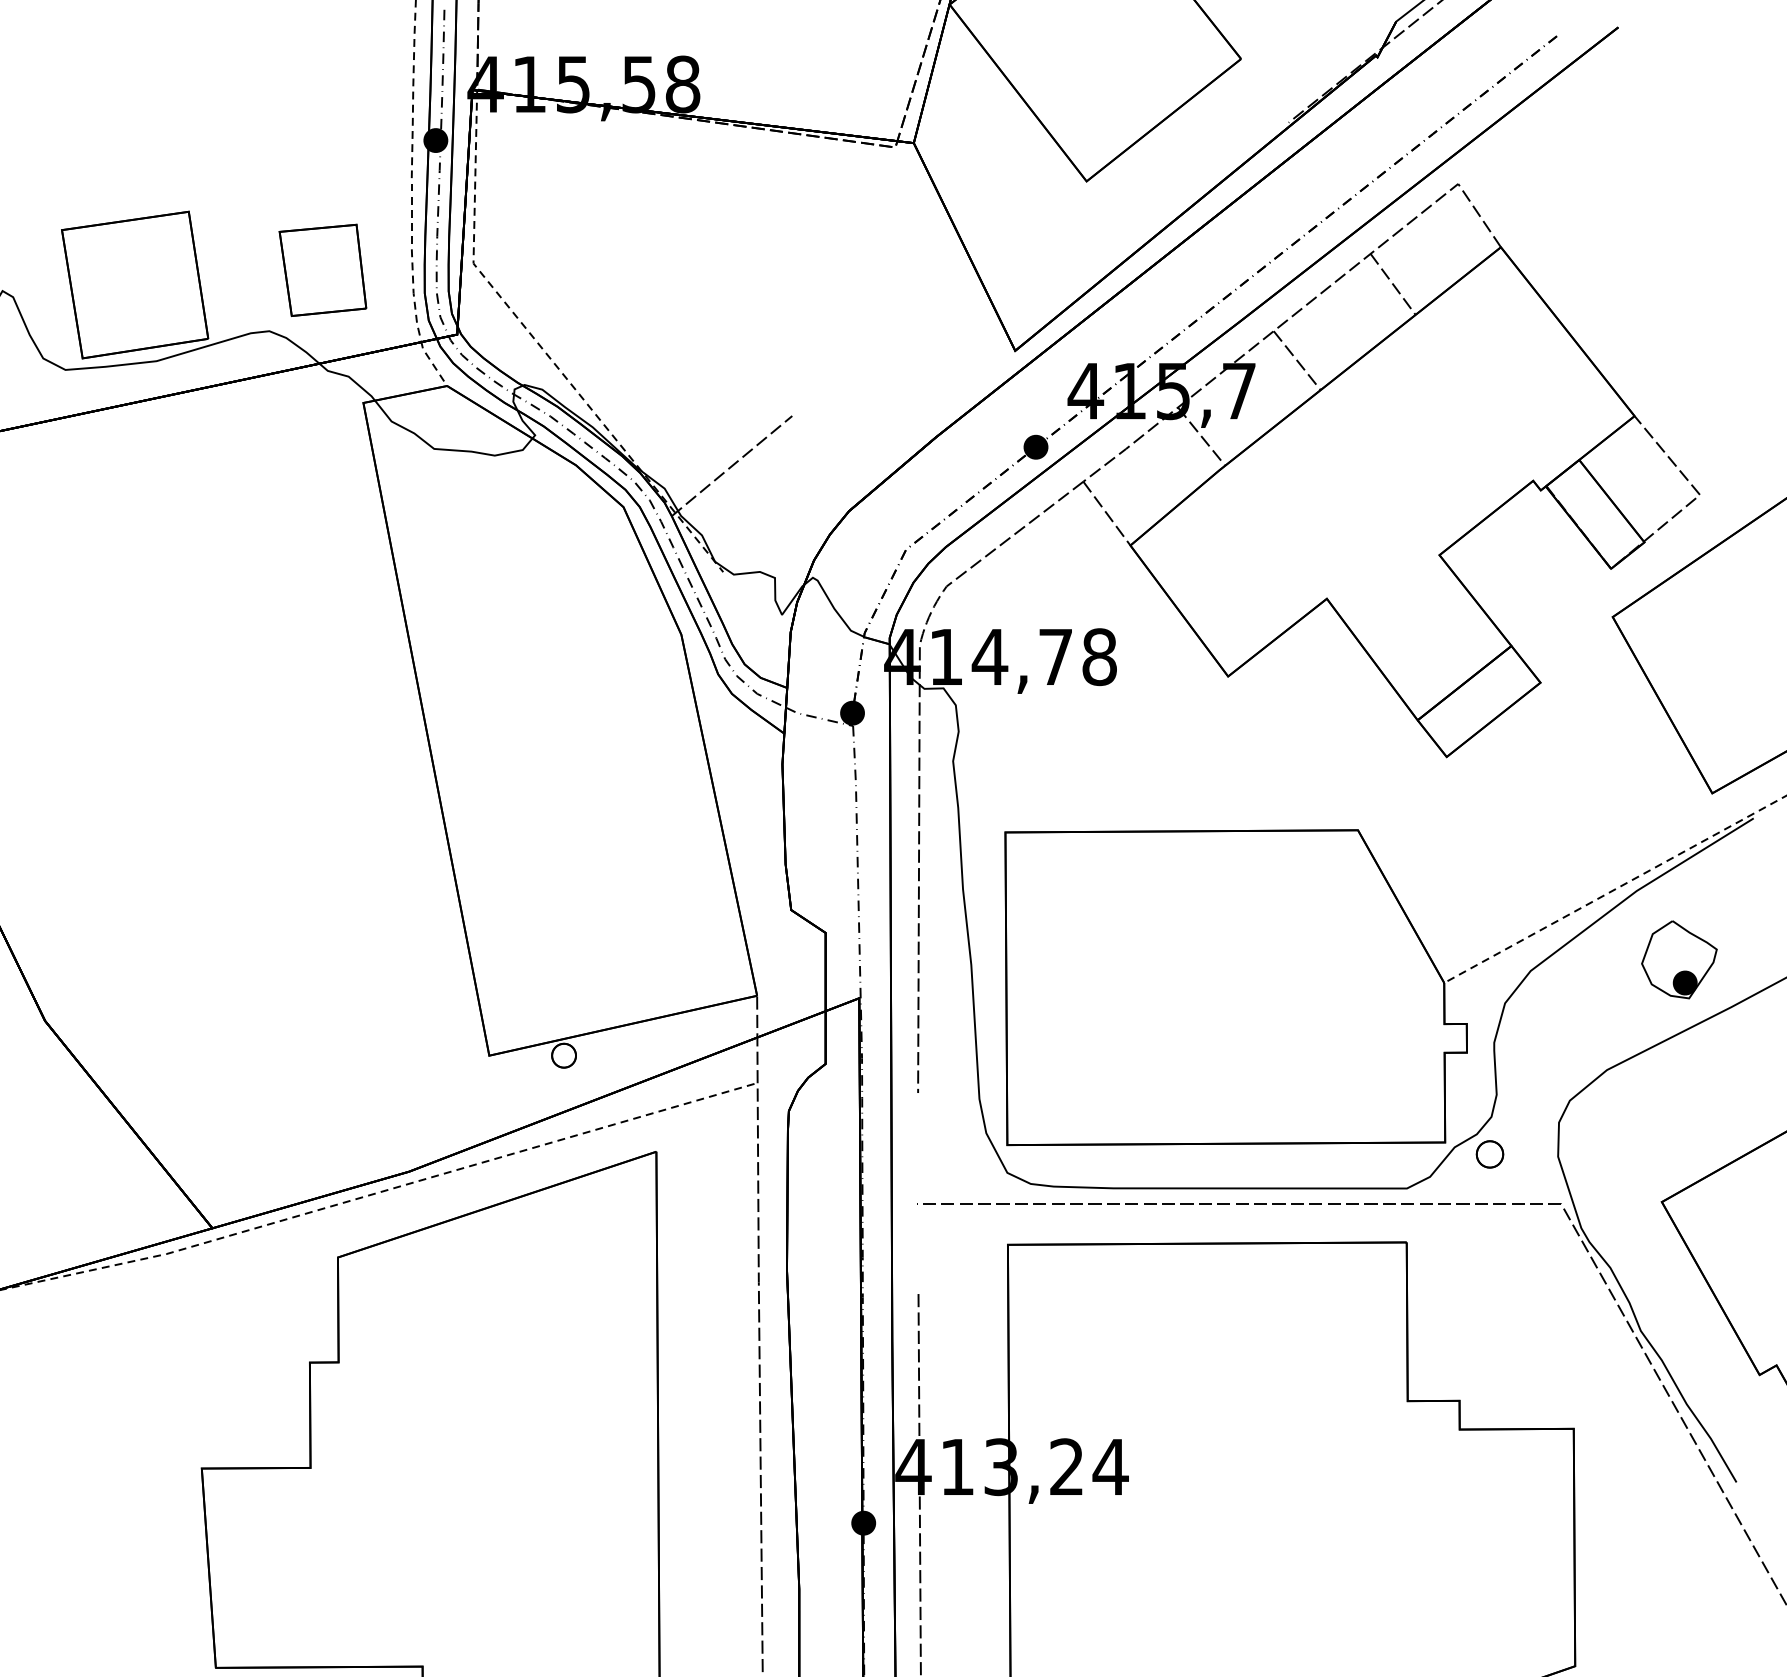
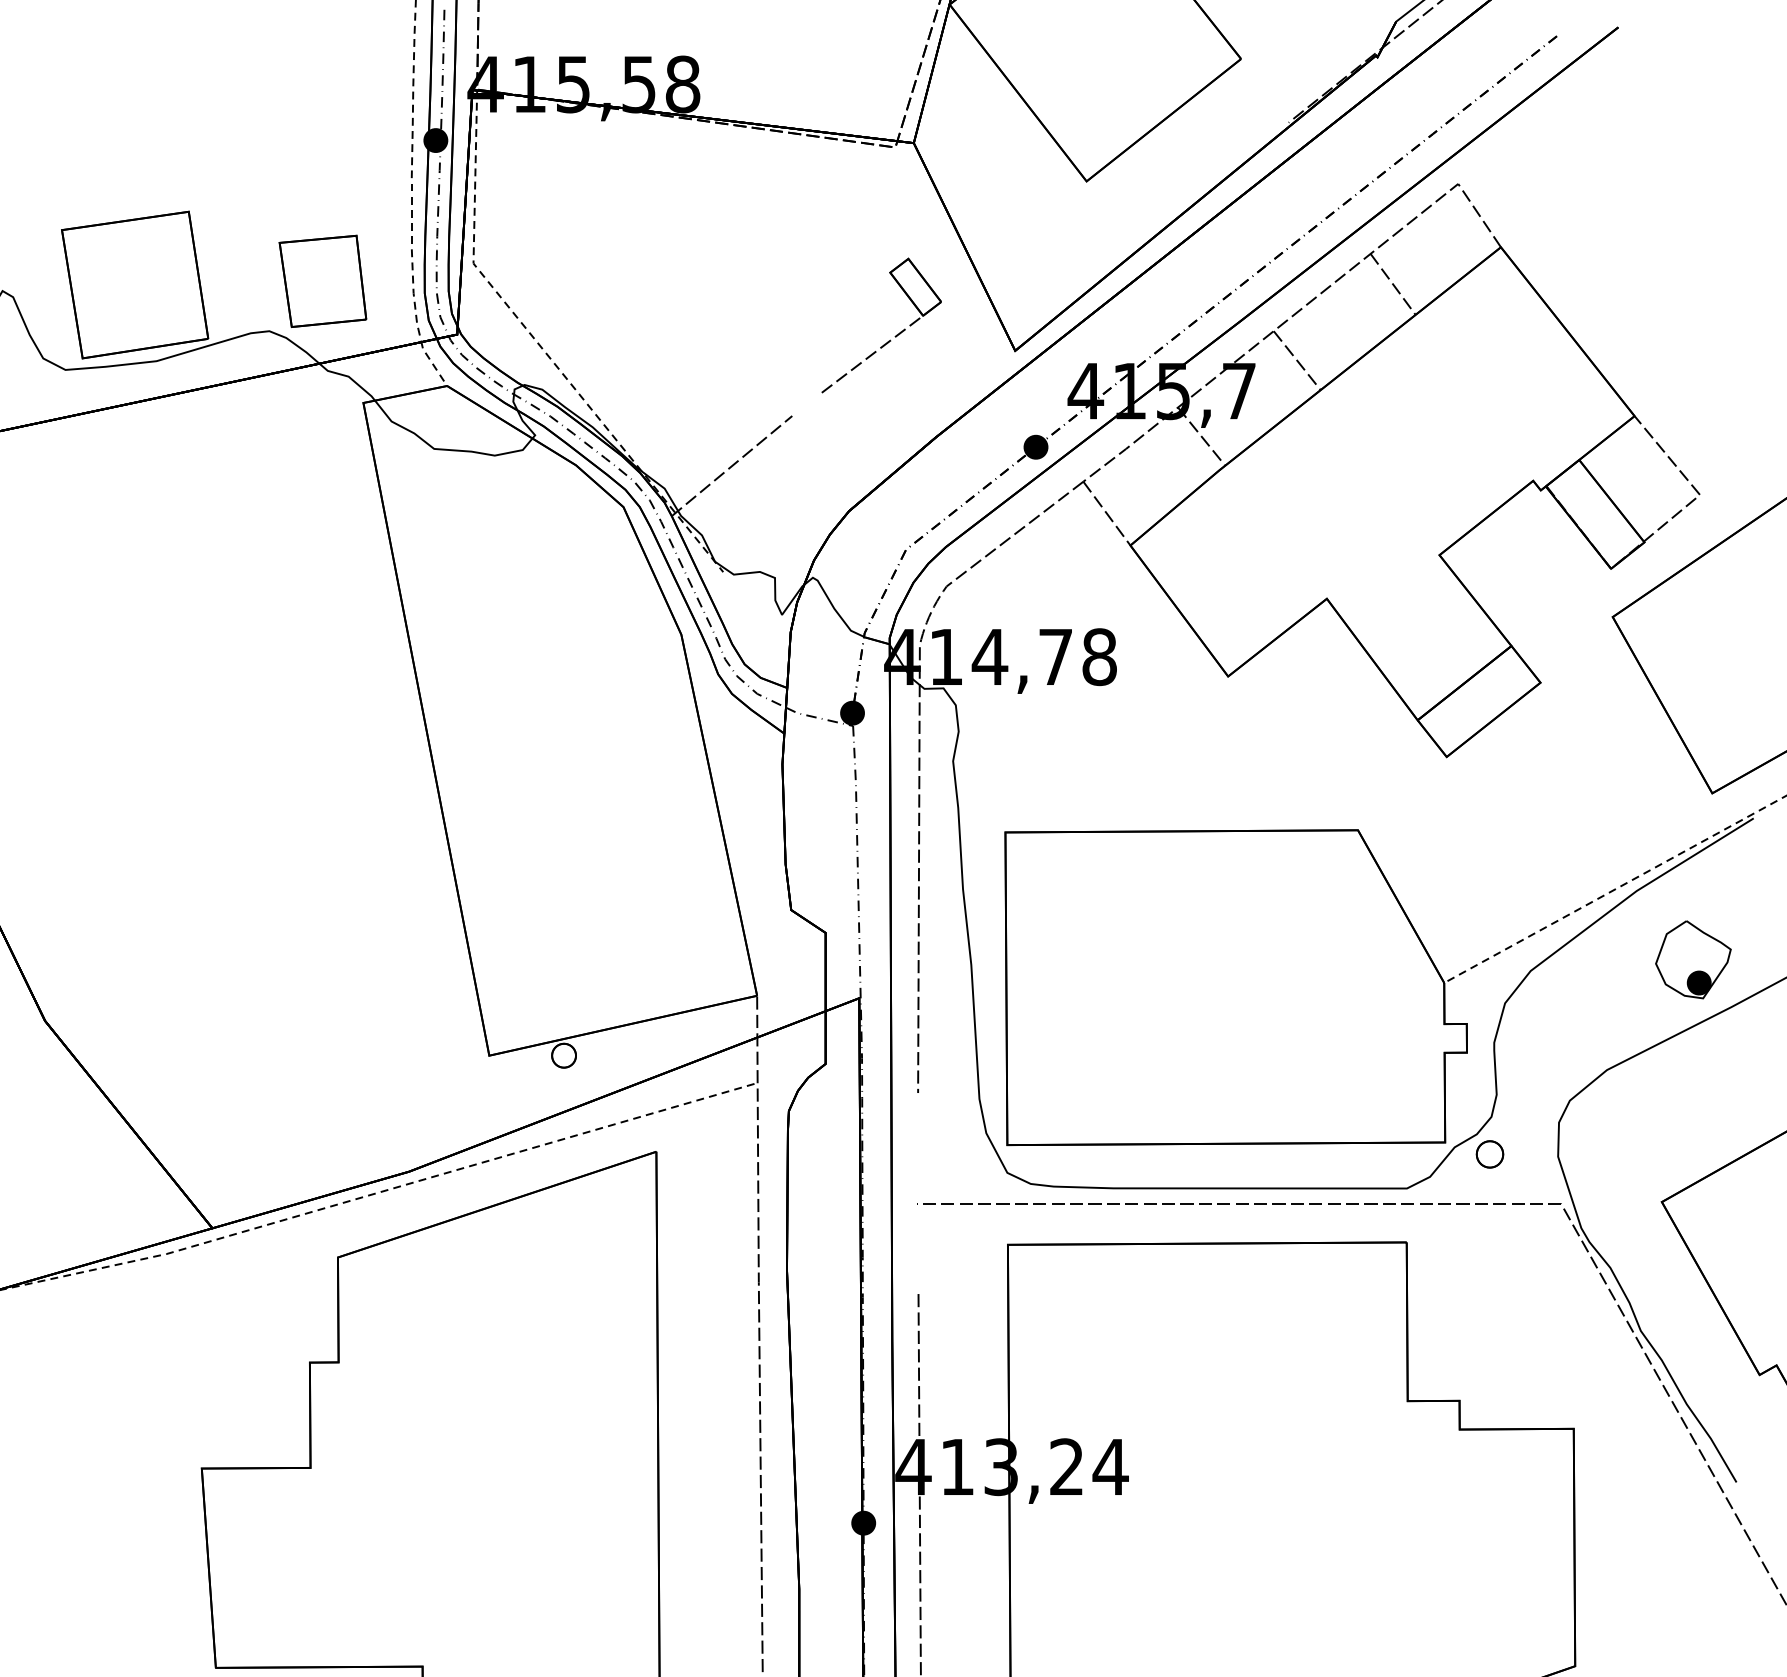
part at (322, 269) position: (322, 269) -> (322, 280)
part at (888, 340): none -> present
part at (1679, 959) position: (1679, 959) -> (1693, 959)
